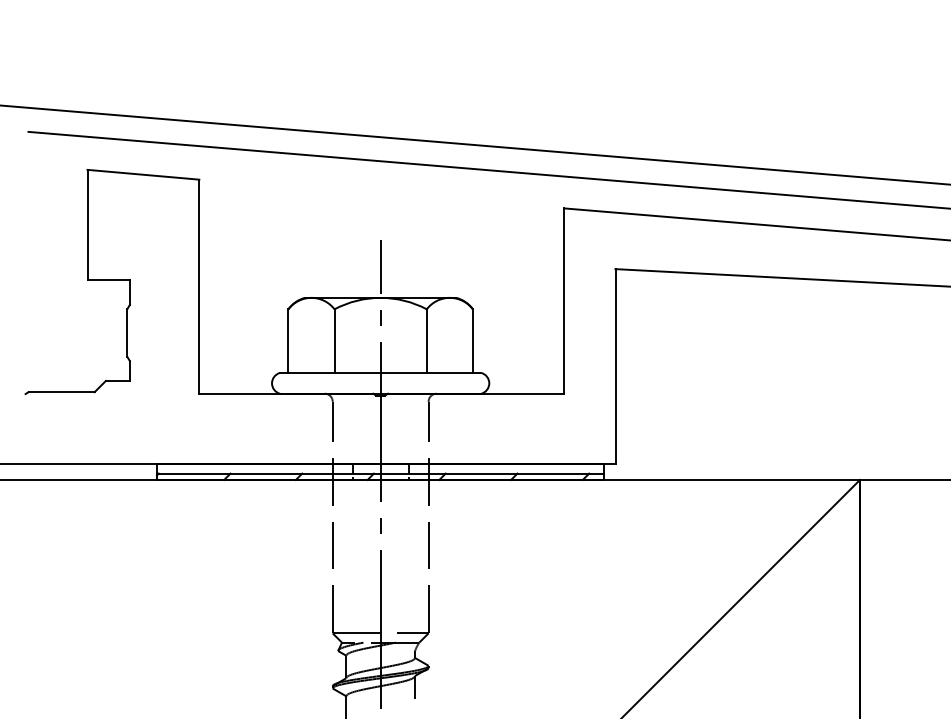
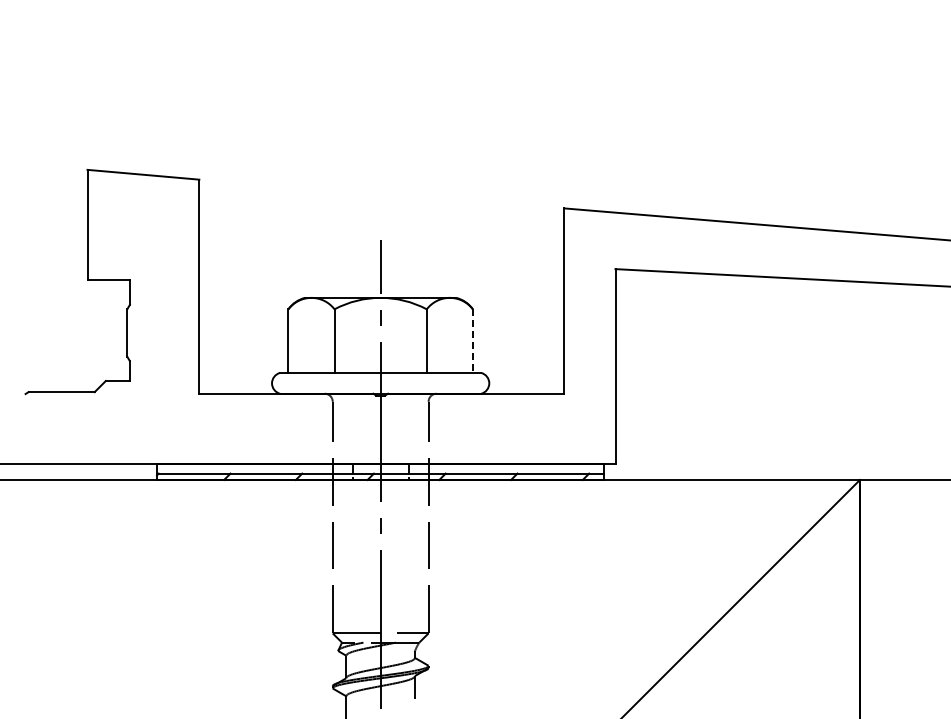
line at (474, 144): present -> none
line at (487, 169): present -> none
line at (472, 341): solid -> dashed
